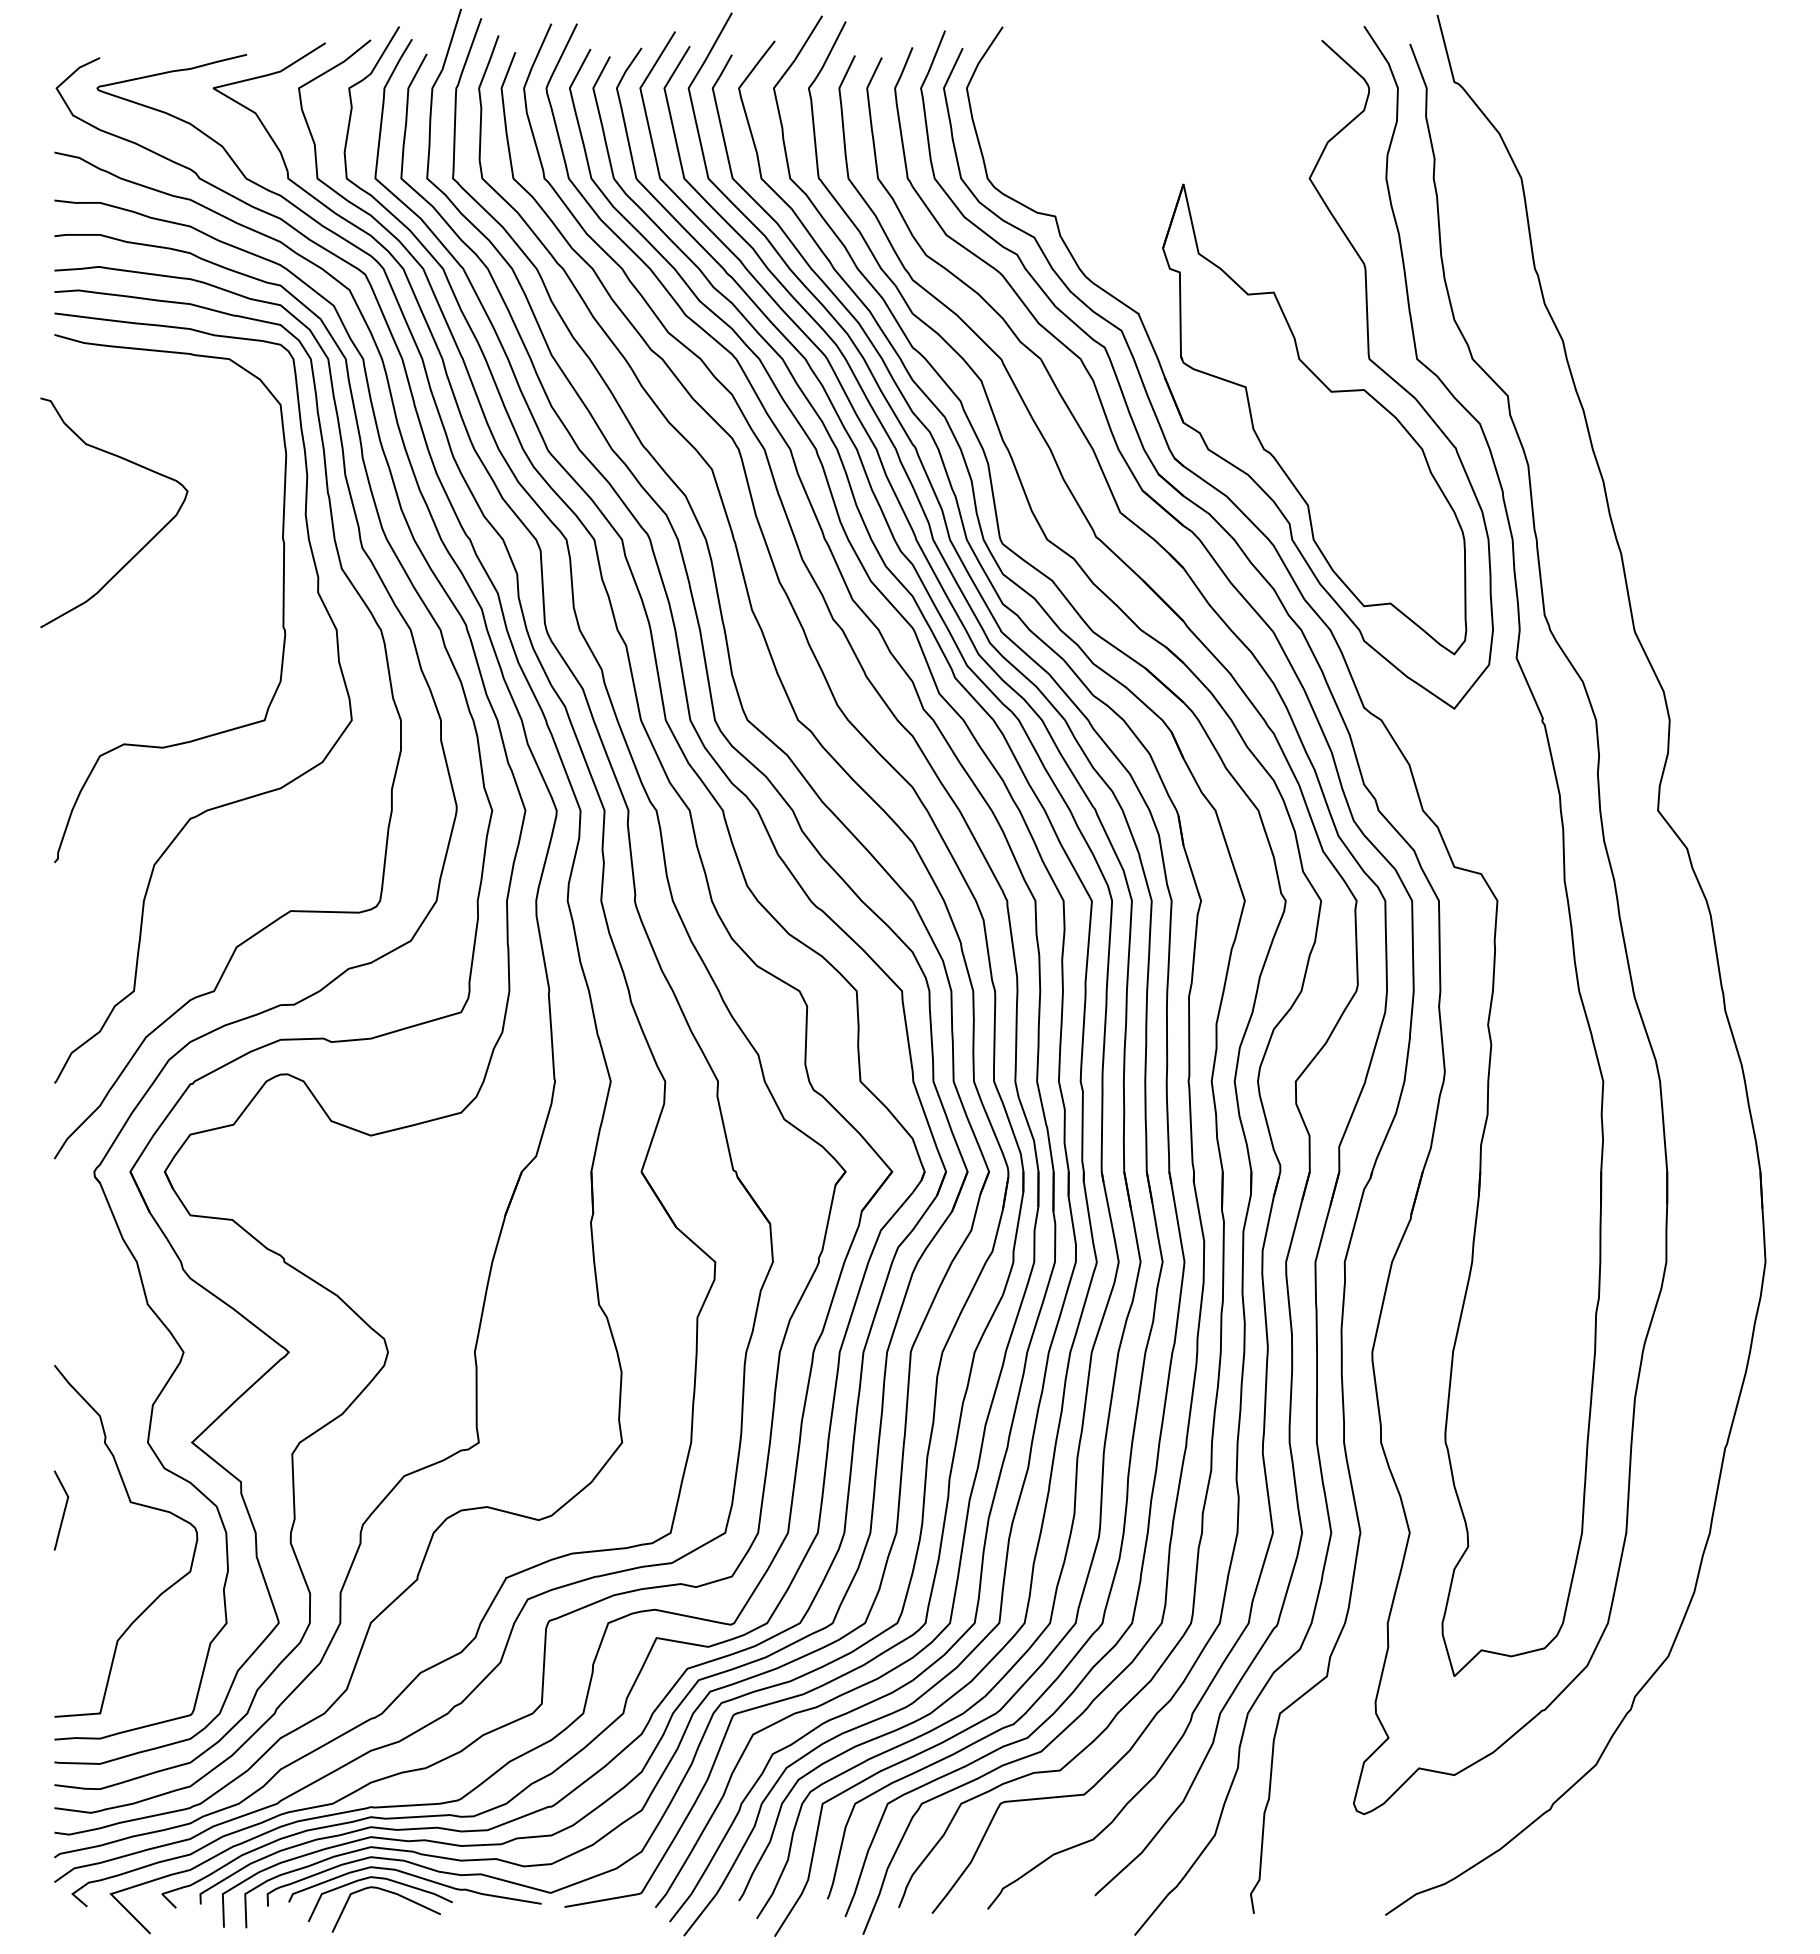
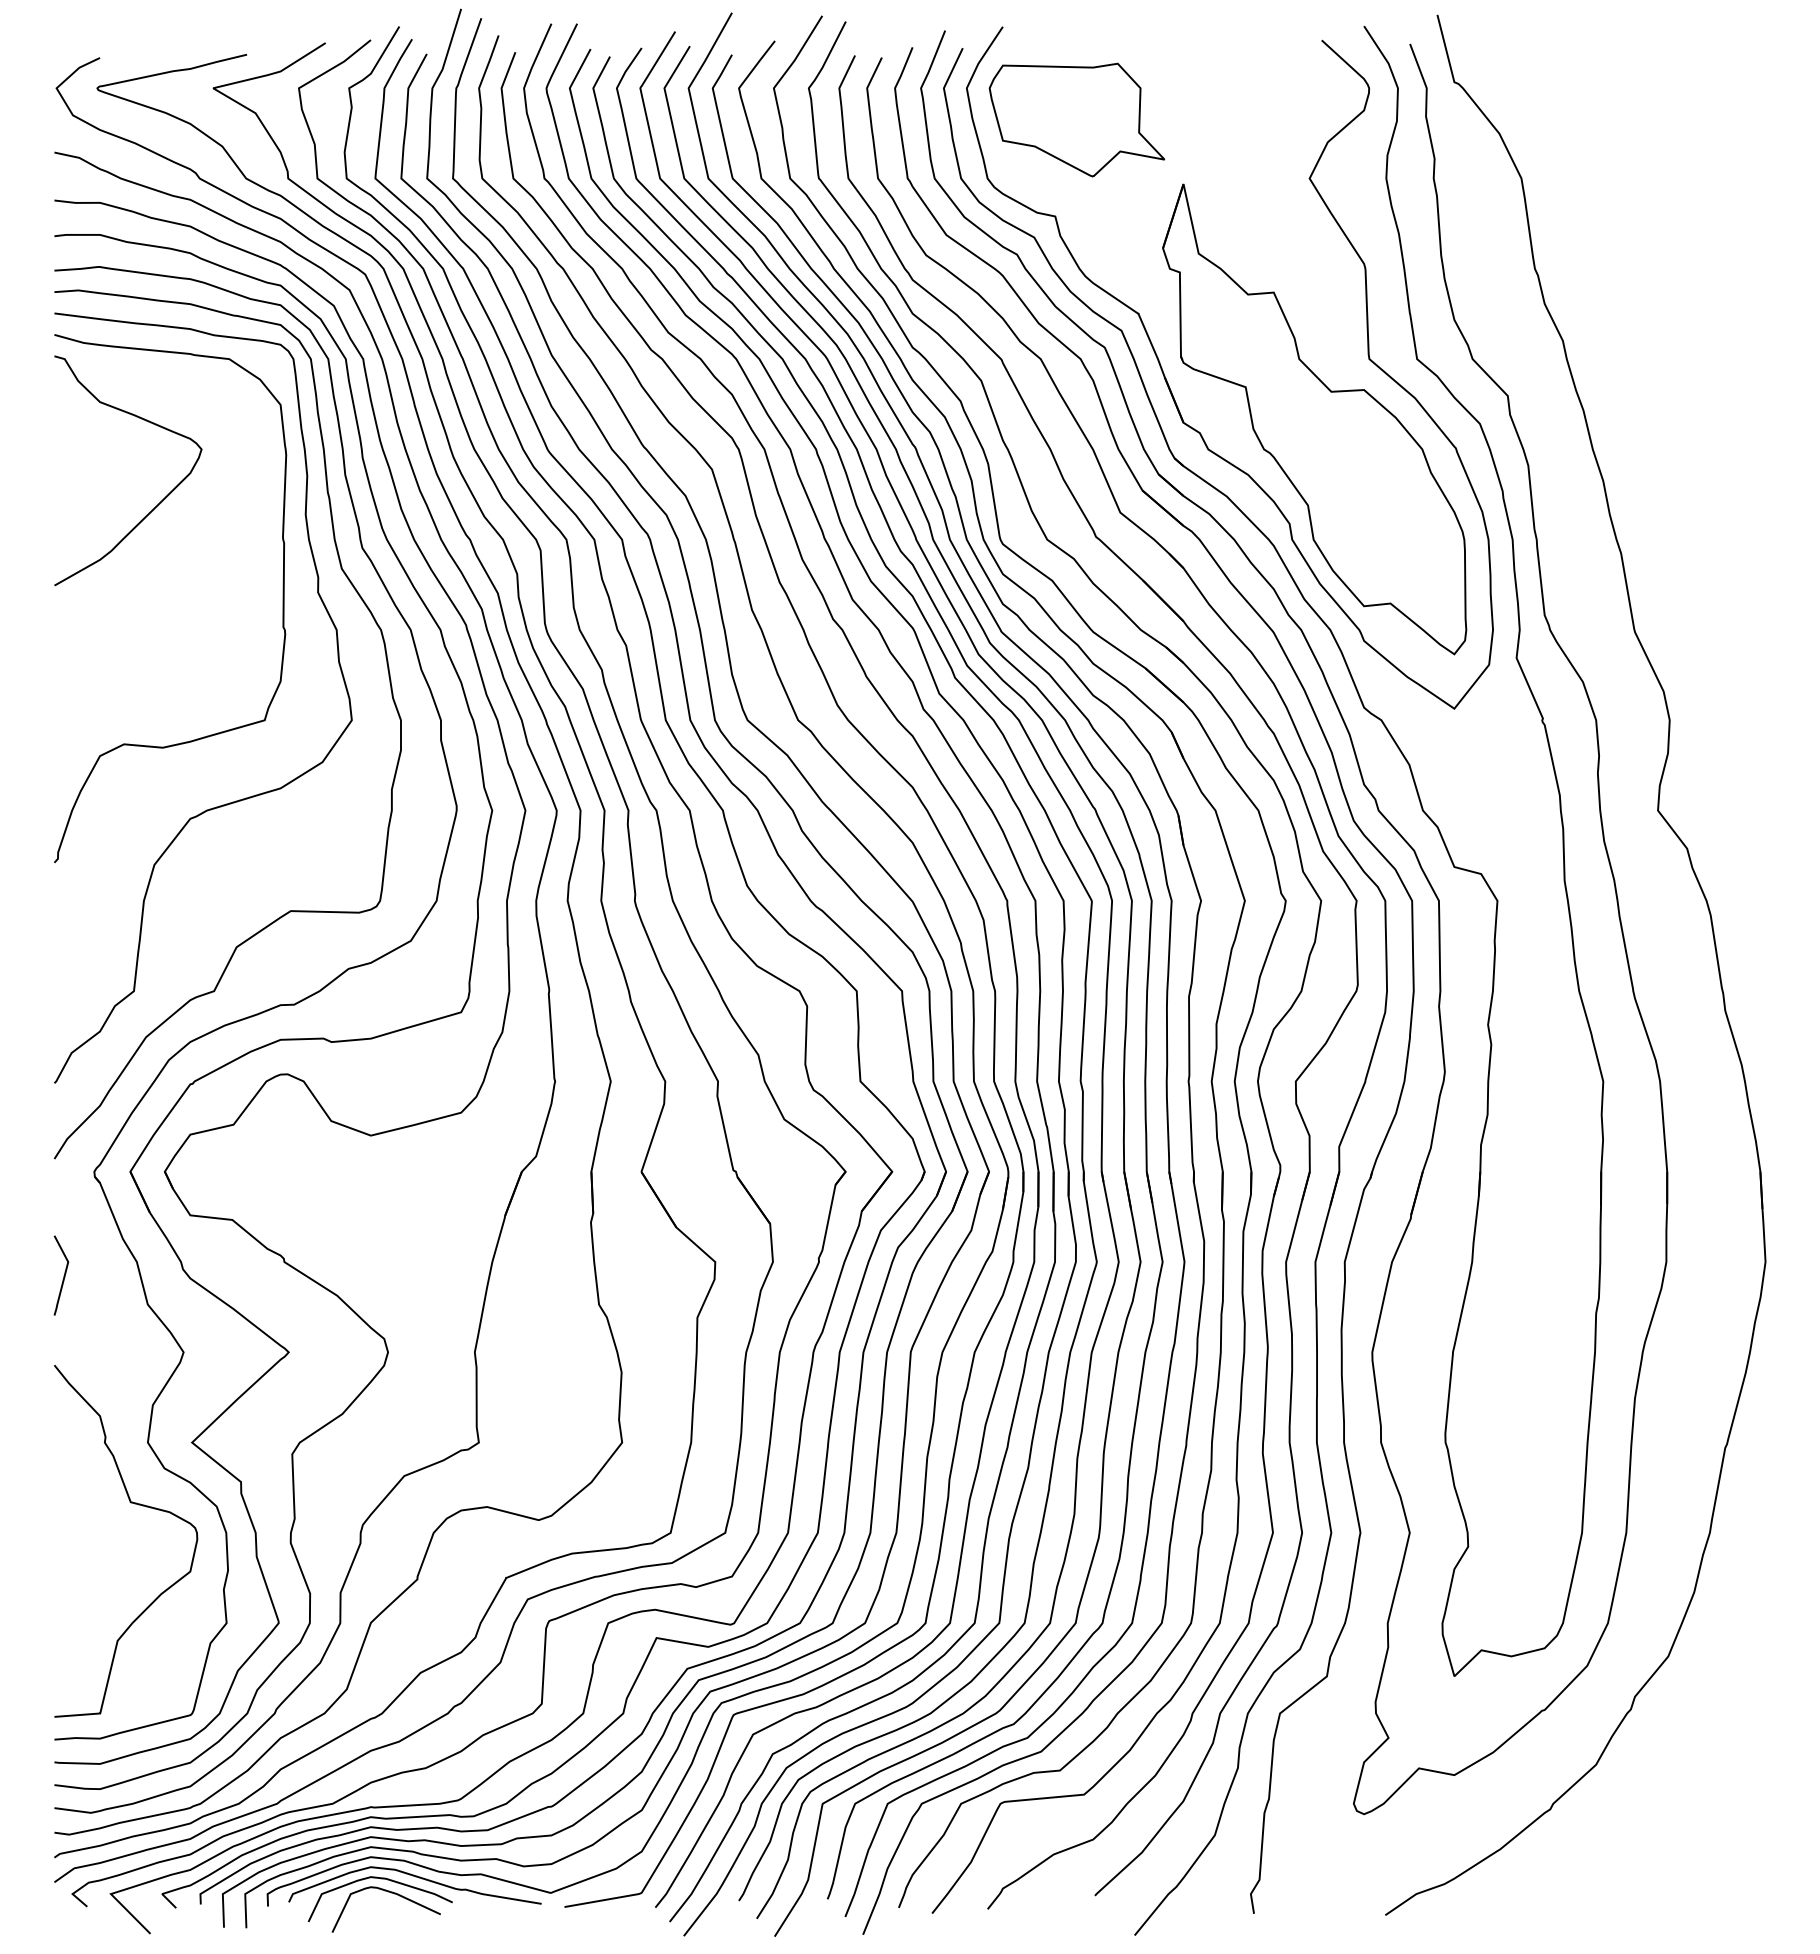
part at (1076, 119): none -> present
curve at (146, 543) position: (146, 543) -> (160, 501)
line at (63, 1510) position: (63, 1510) -> (63, 1275)
